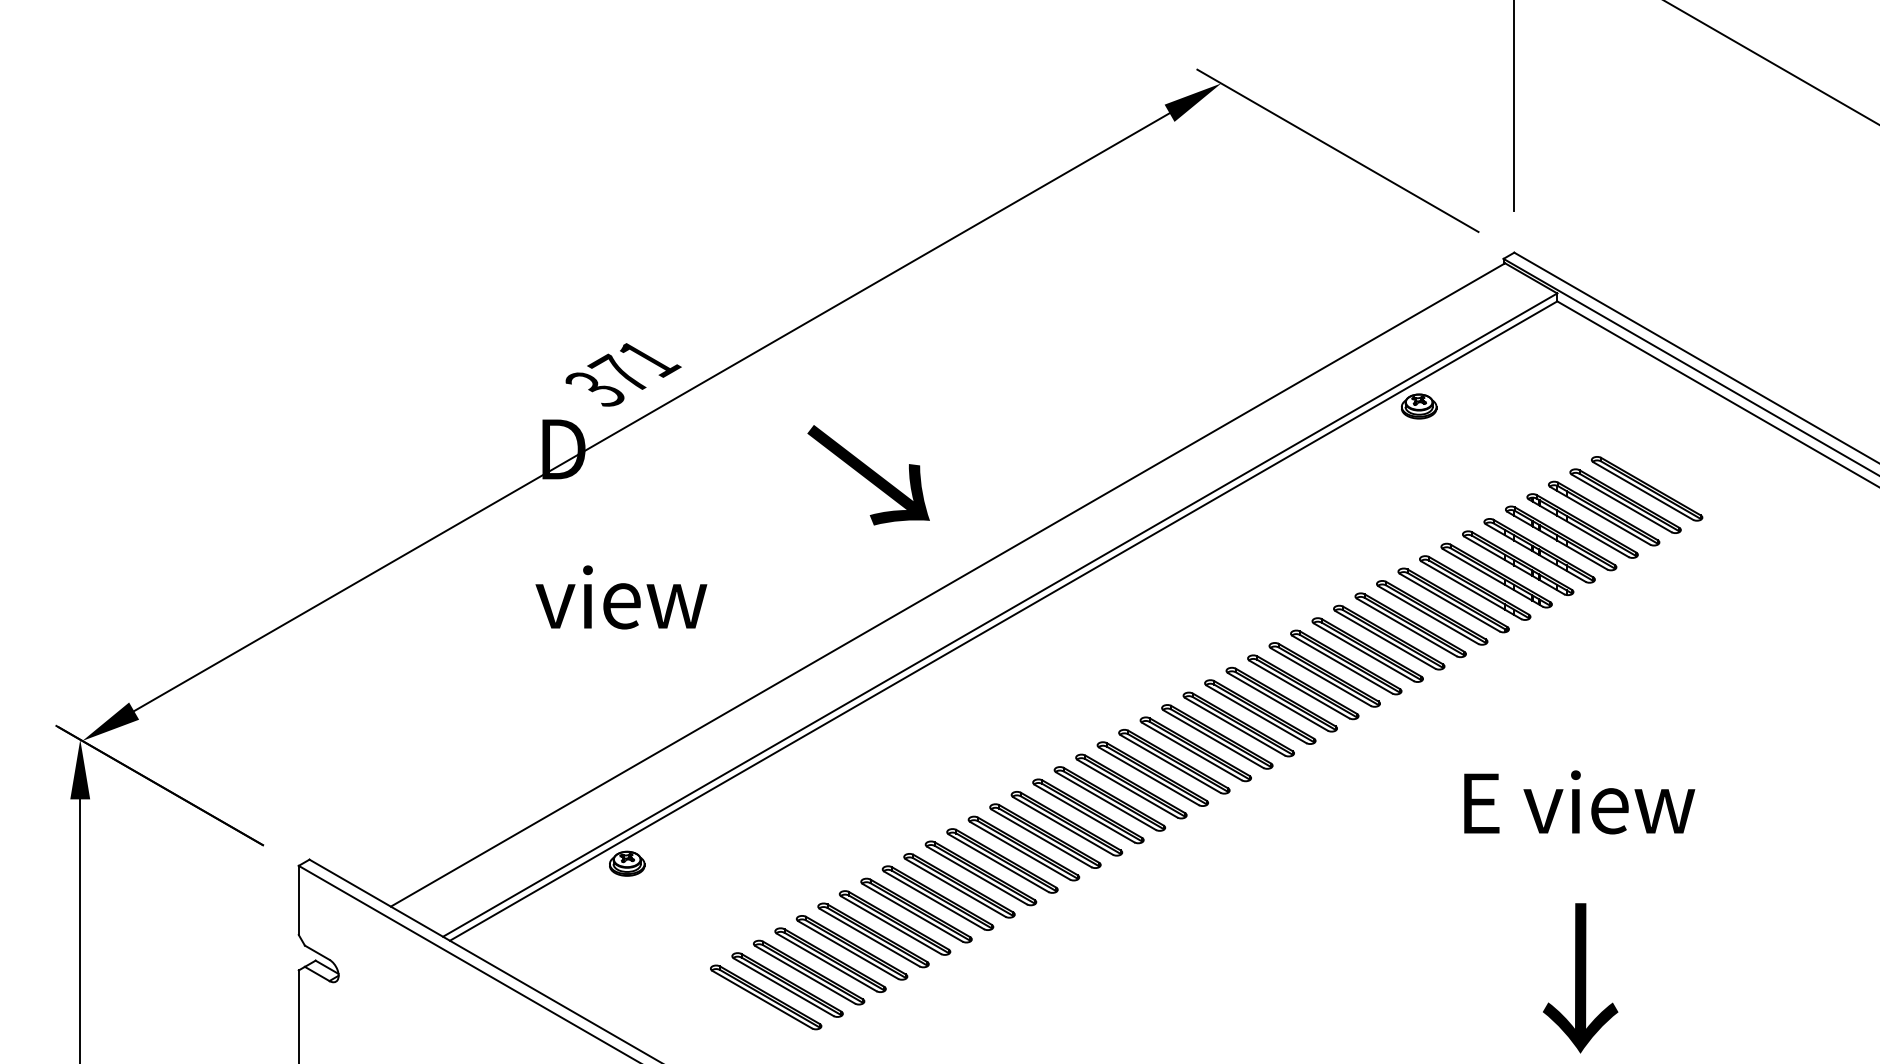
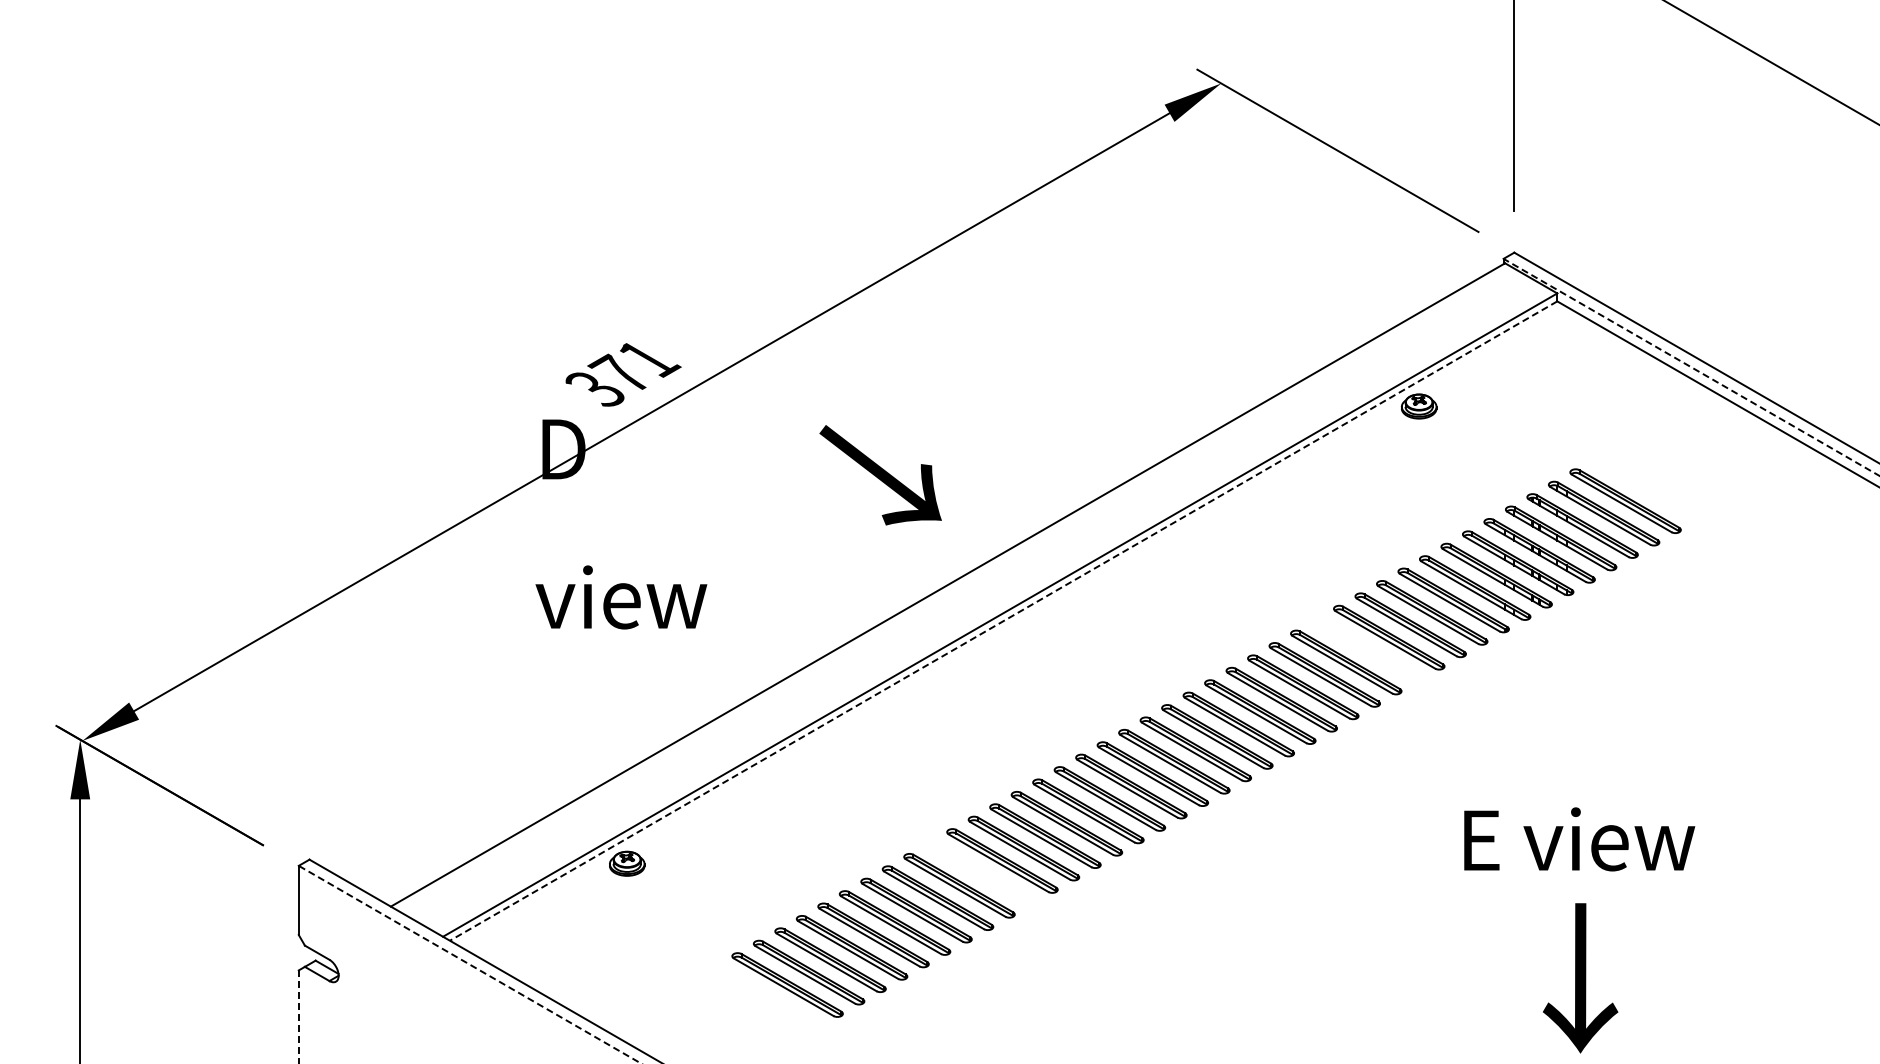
line at (1691, 367): solid -> dashed
text at (868, 475) position: (868, 475) -> (880, 475)
part at (1647, 488): present -> none
line at (1003, 621): solid -> dashed
part at (1367, 649): present -> none
text at (1579, 802) position: (1579, 802) -> (1579, 839)
part at (980, 873): present -> none
line at (470, 964): solid -> dashed
part at (766, 997): present -> none
line at (298, 1017): solid -> dashed
